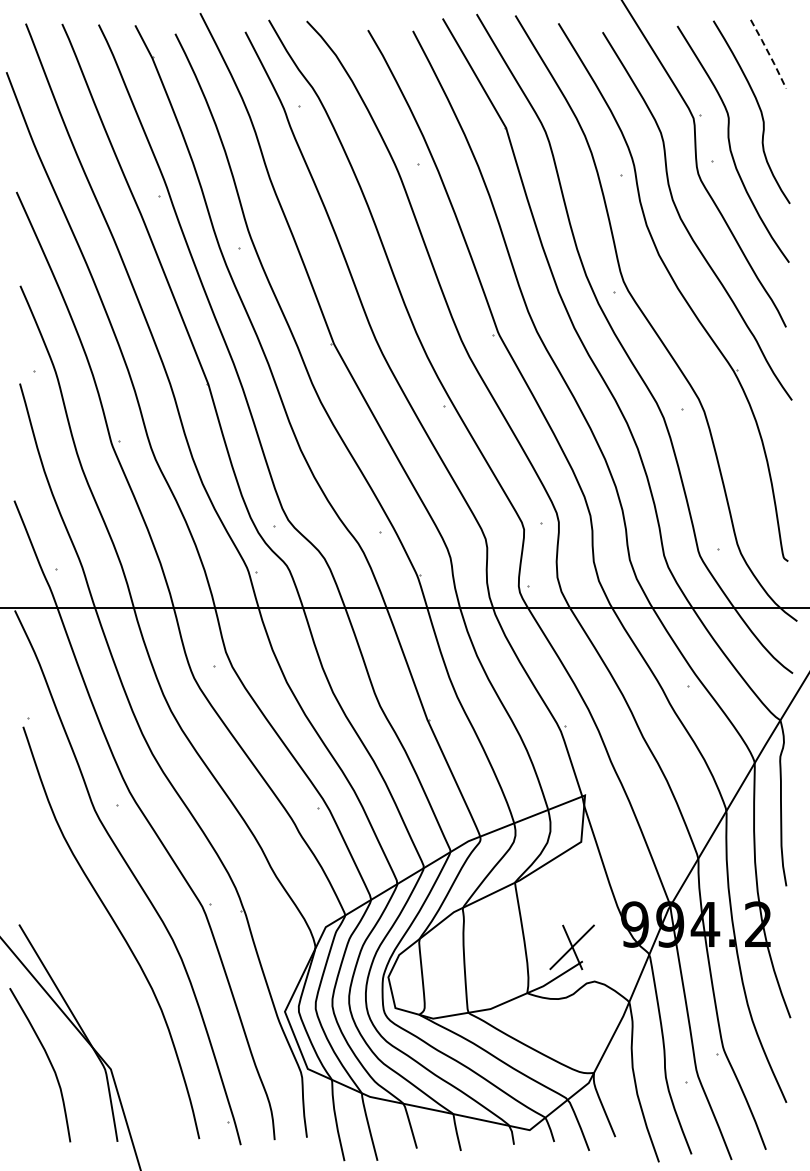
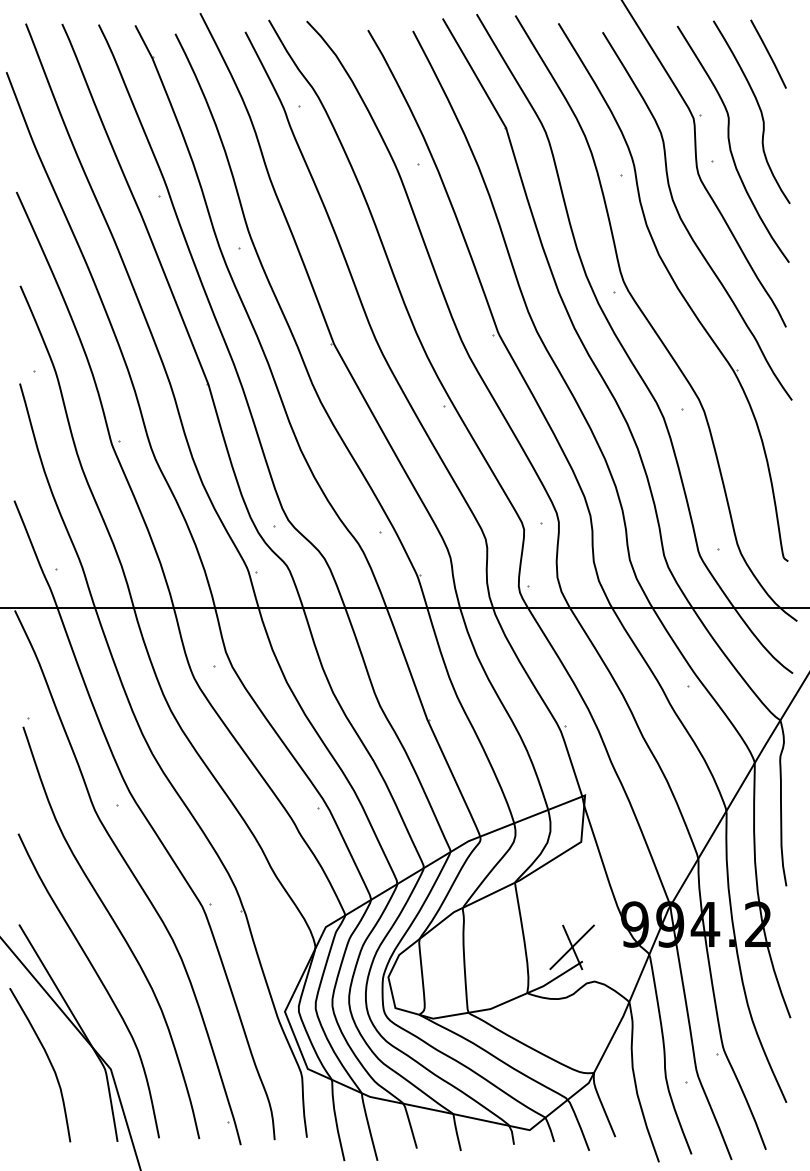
line at (769, 54): dashed -> solid
curve at (99, 980): none -> present
